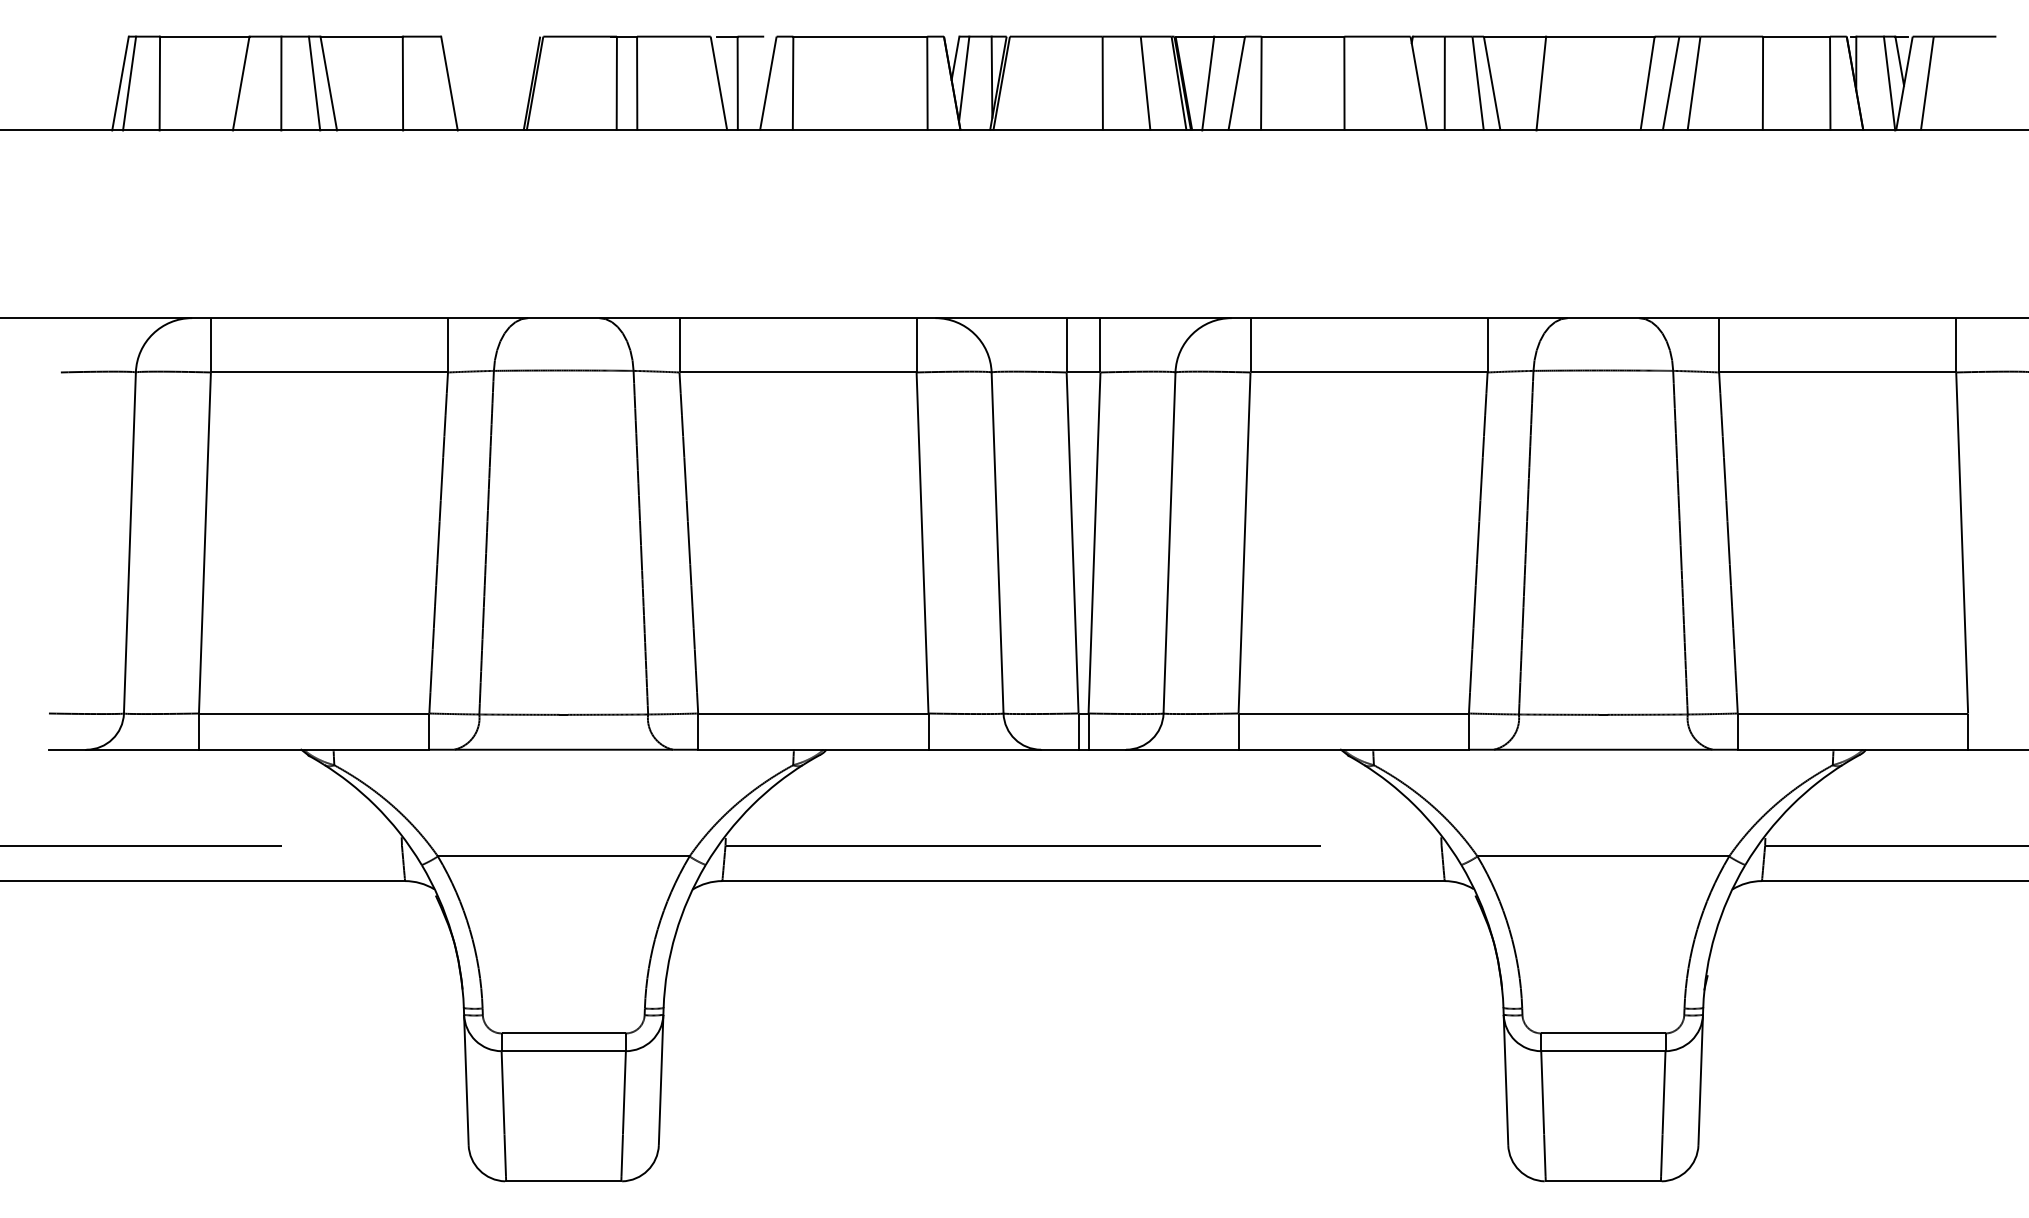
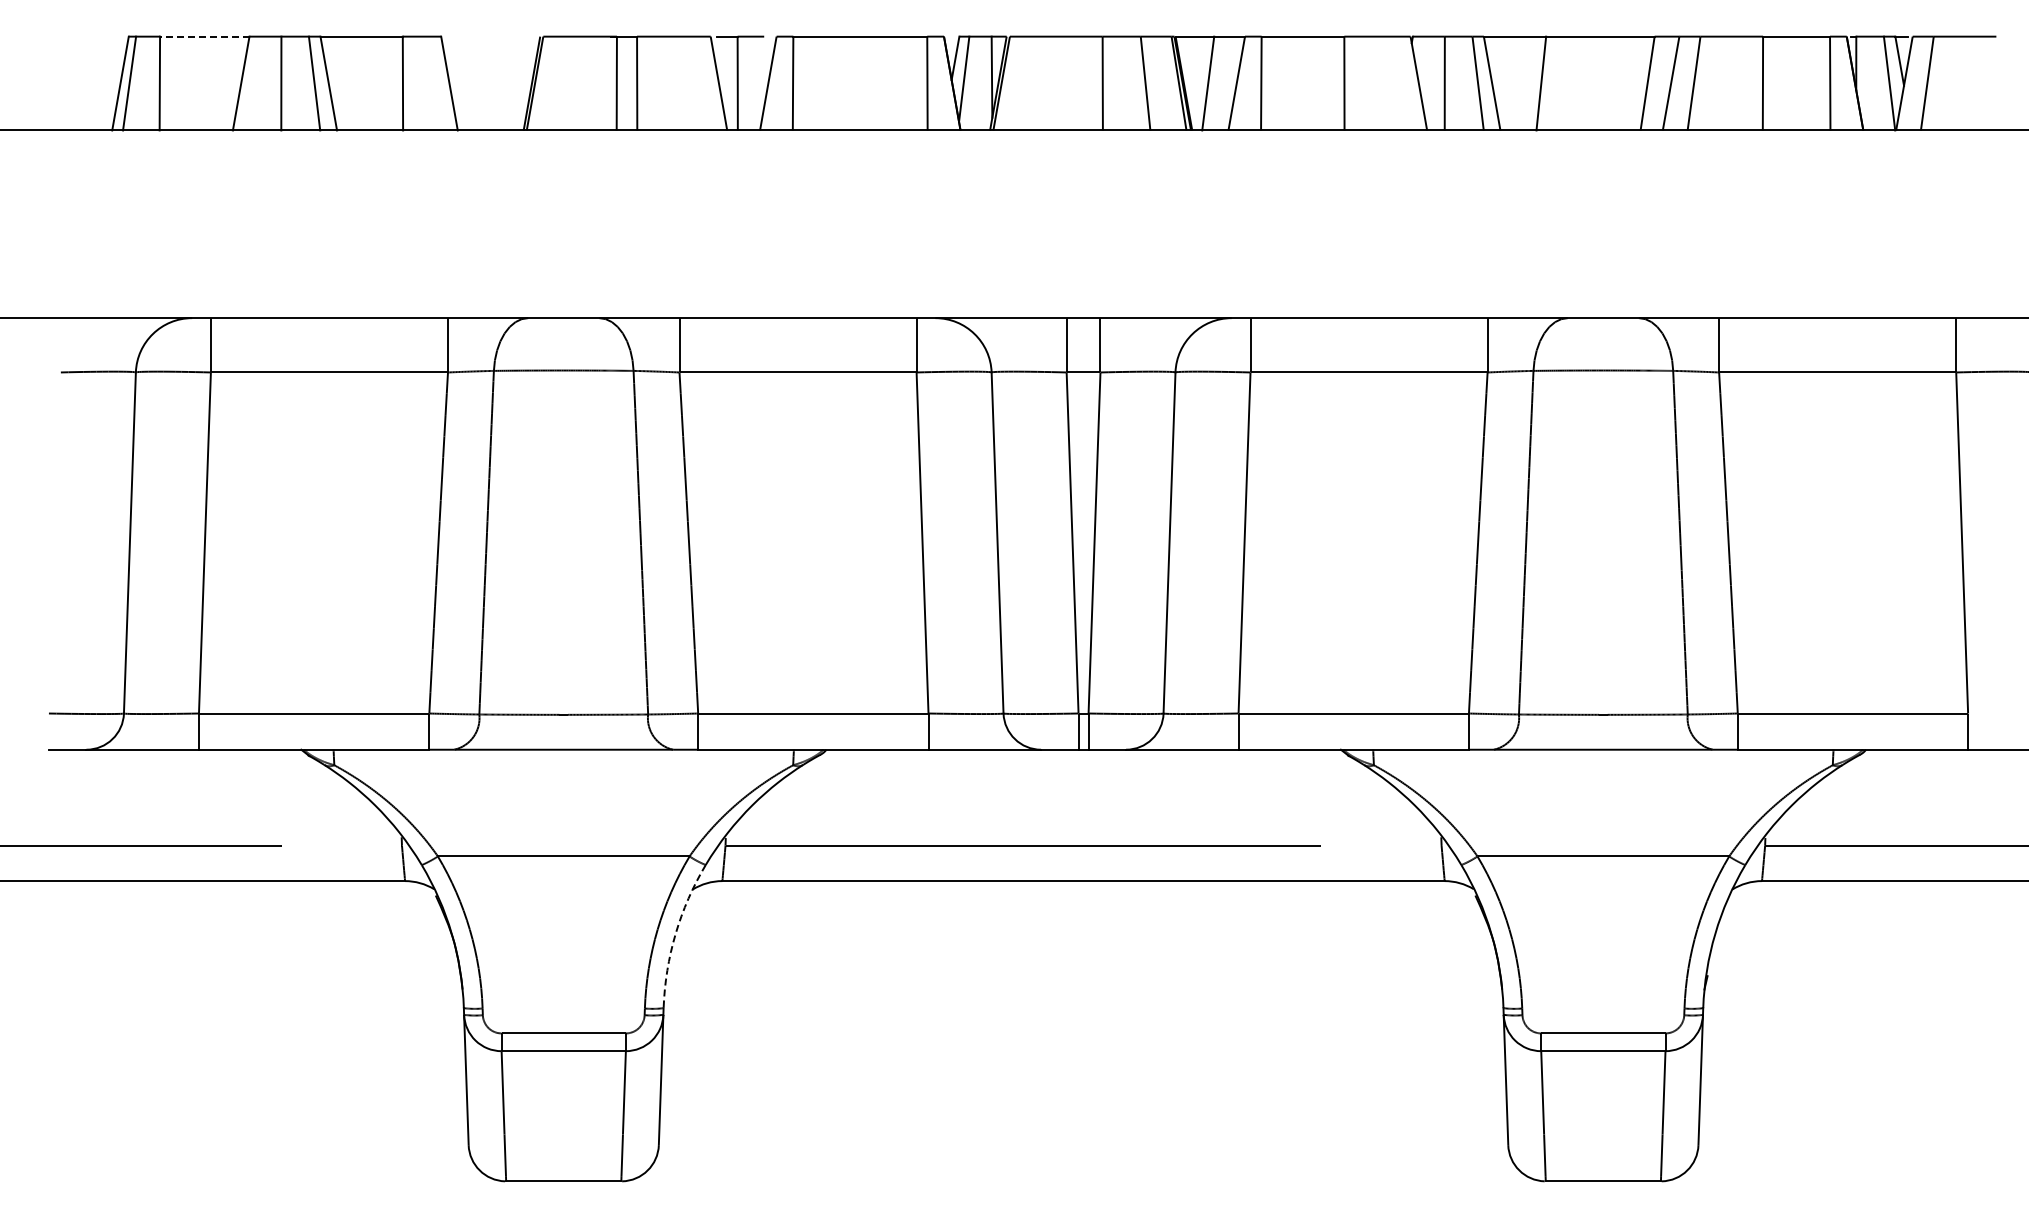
line at (204, 36): solid -> dashed
arc at (675, 933): solid -> dashed
